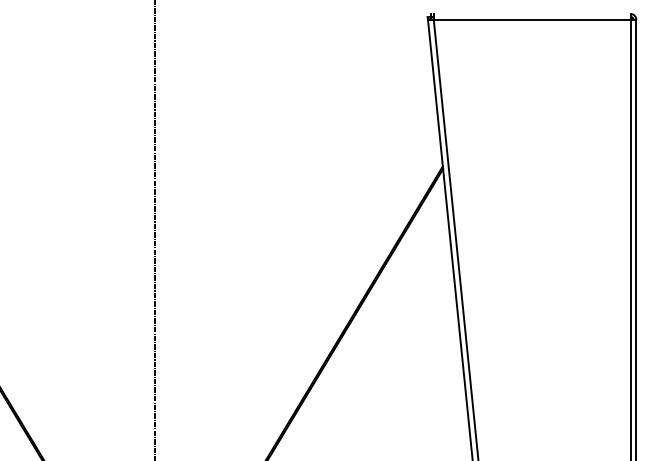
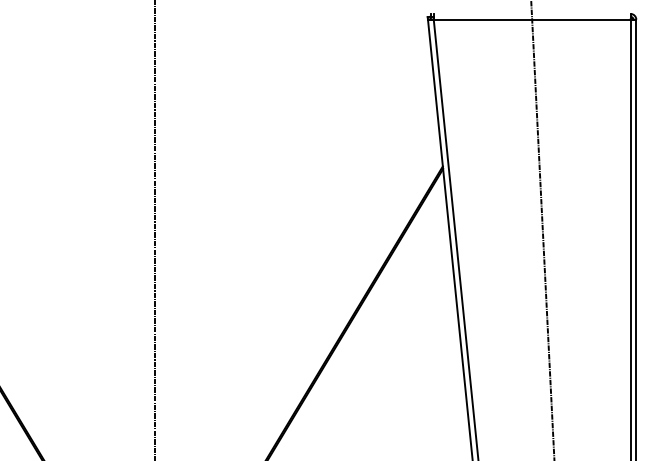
line at (542, 229): none -> present
